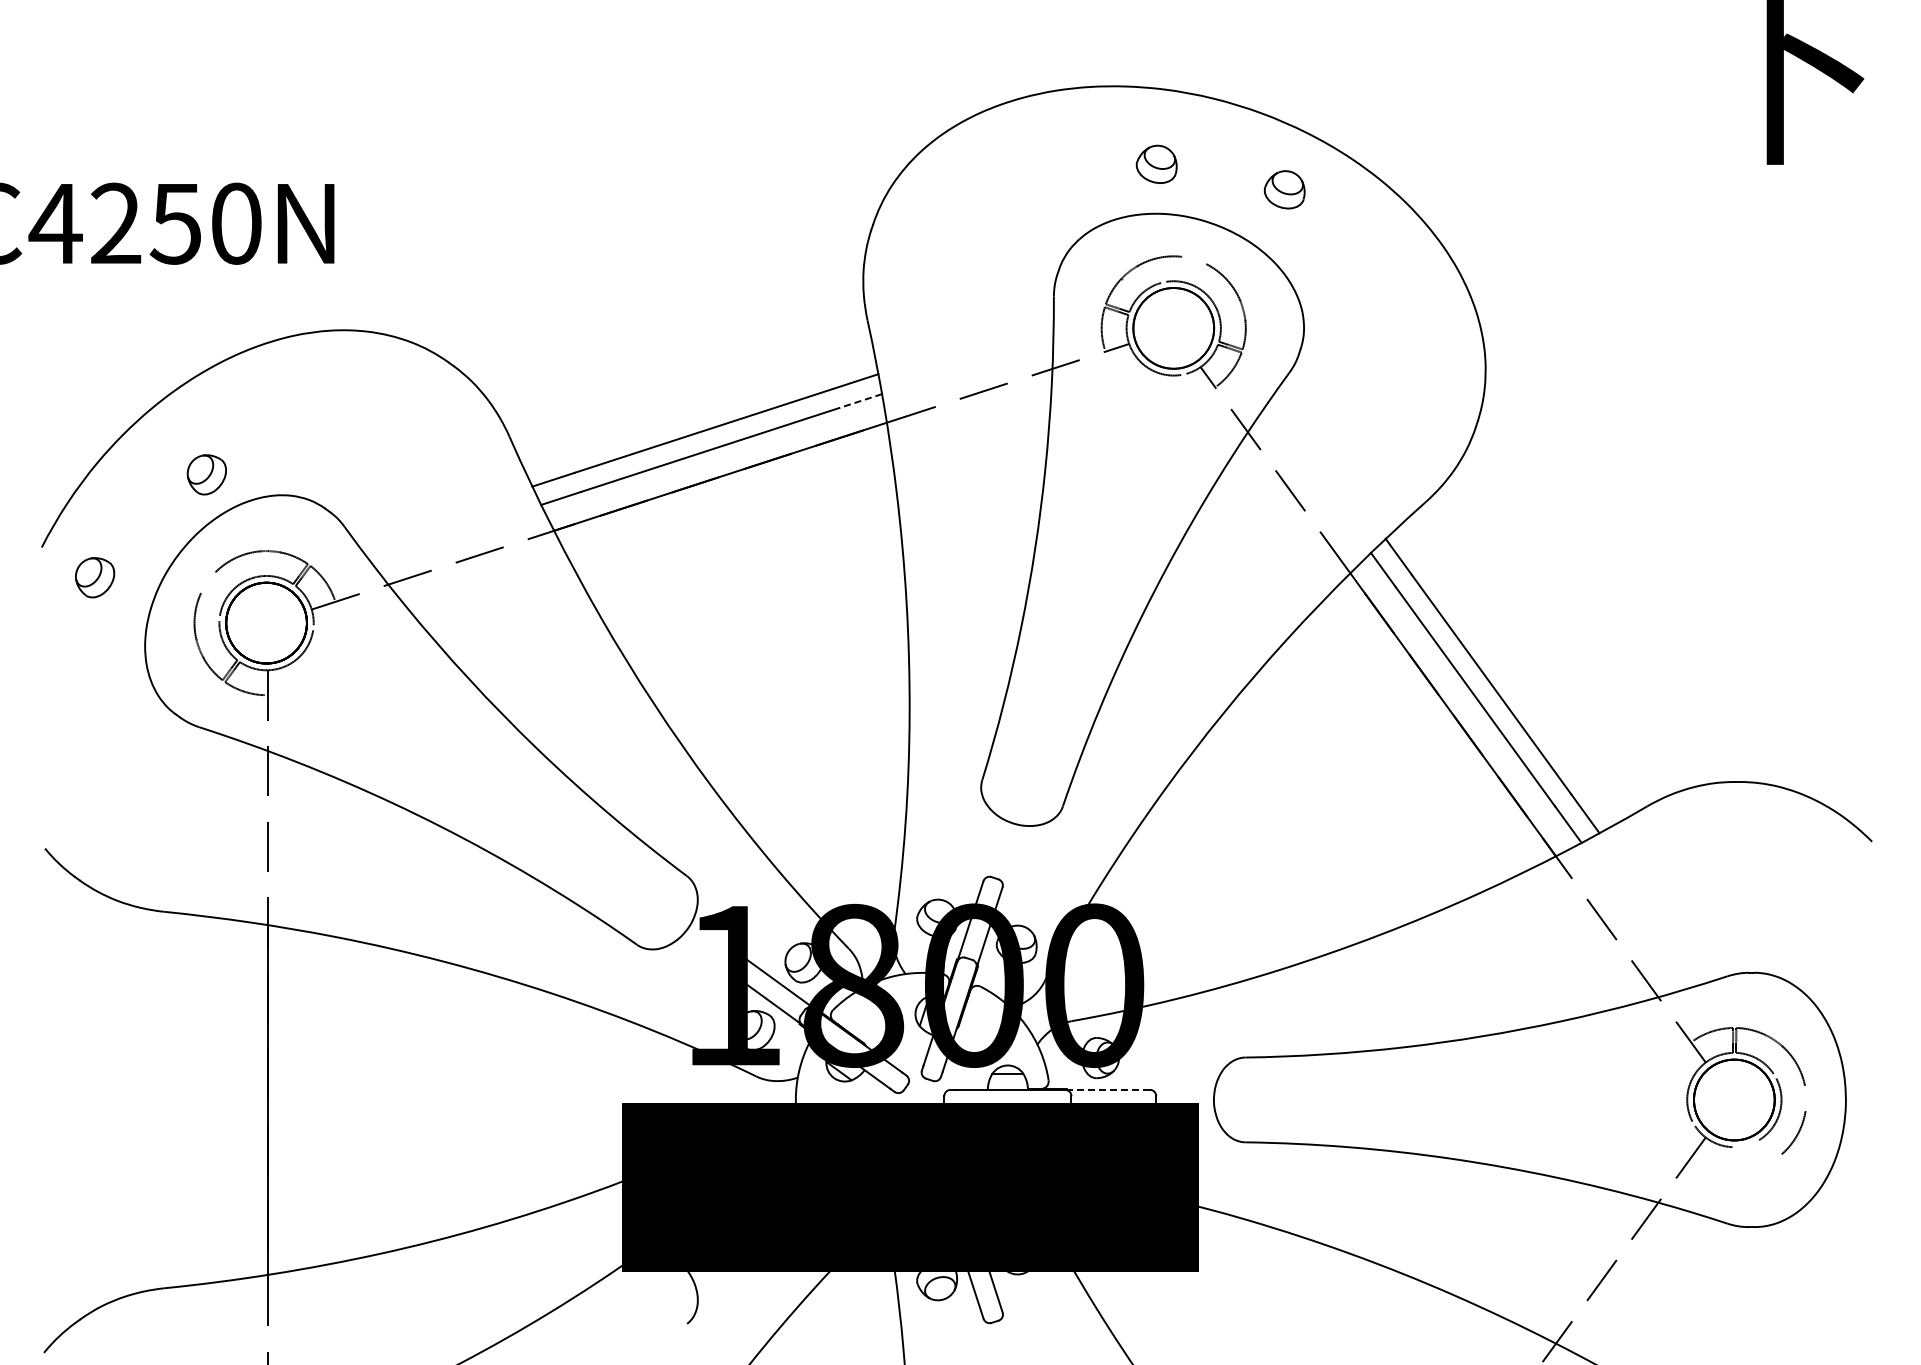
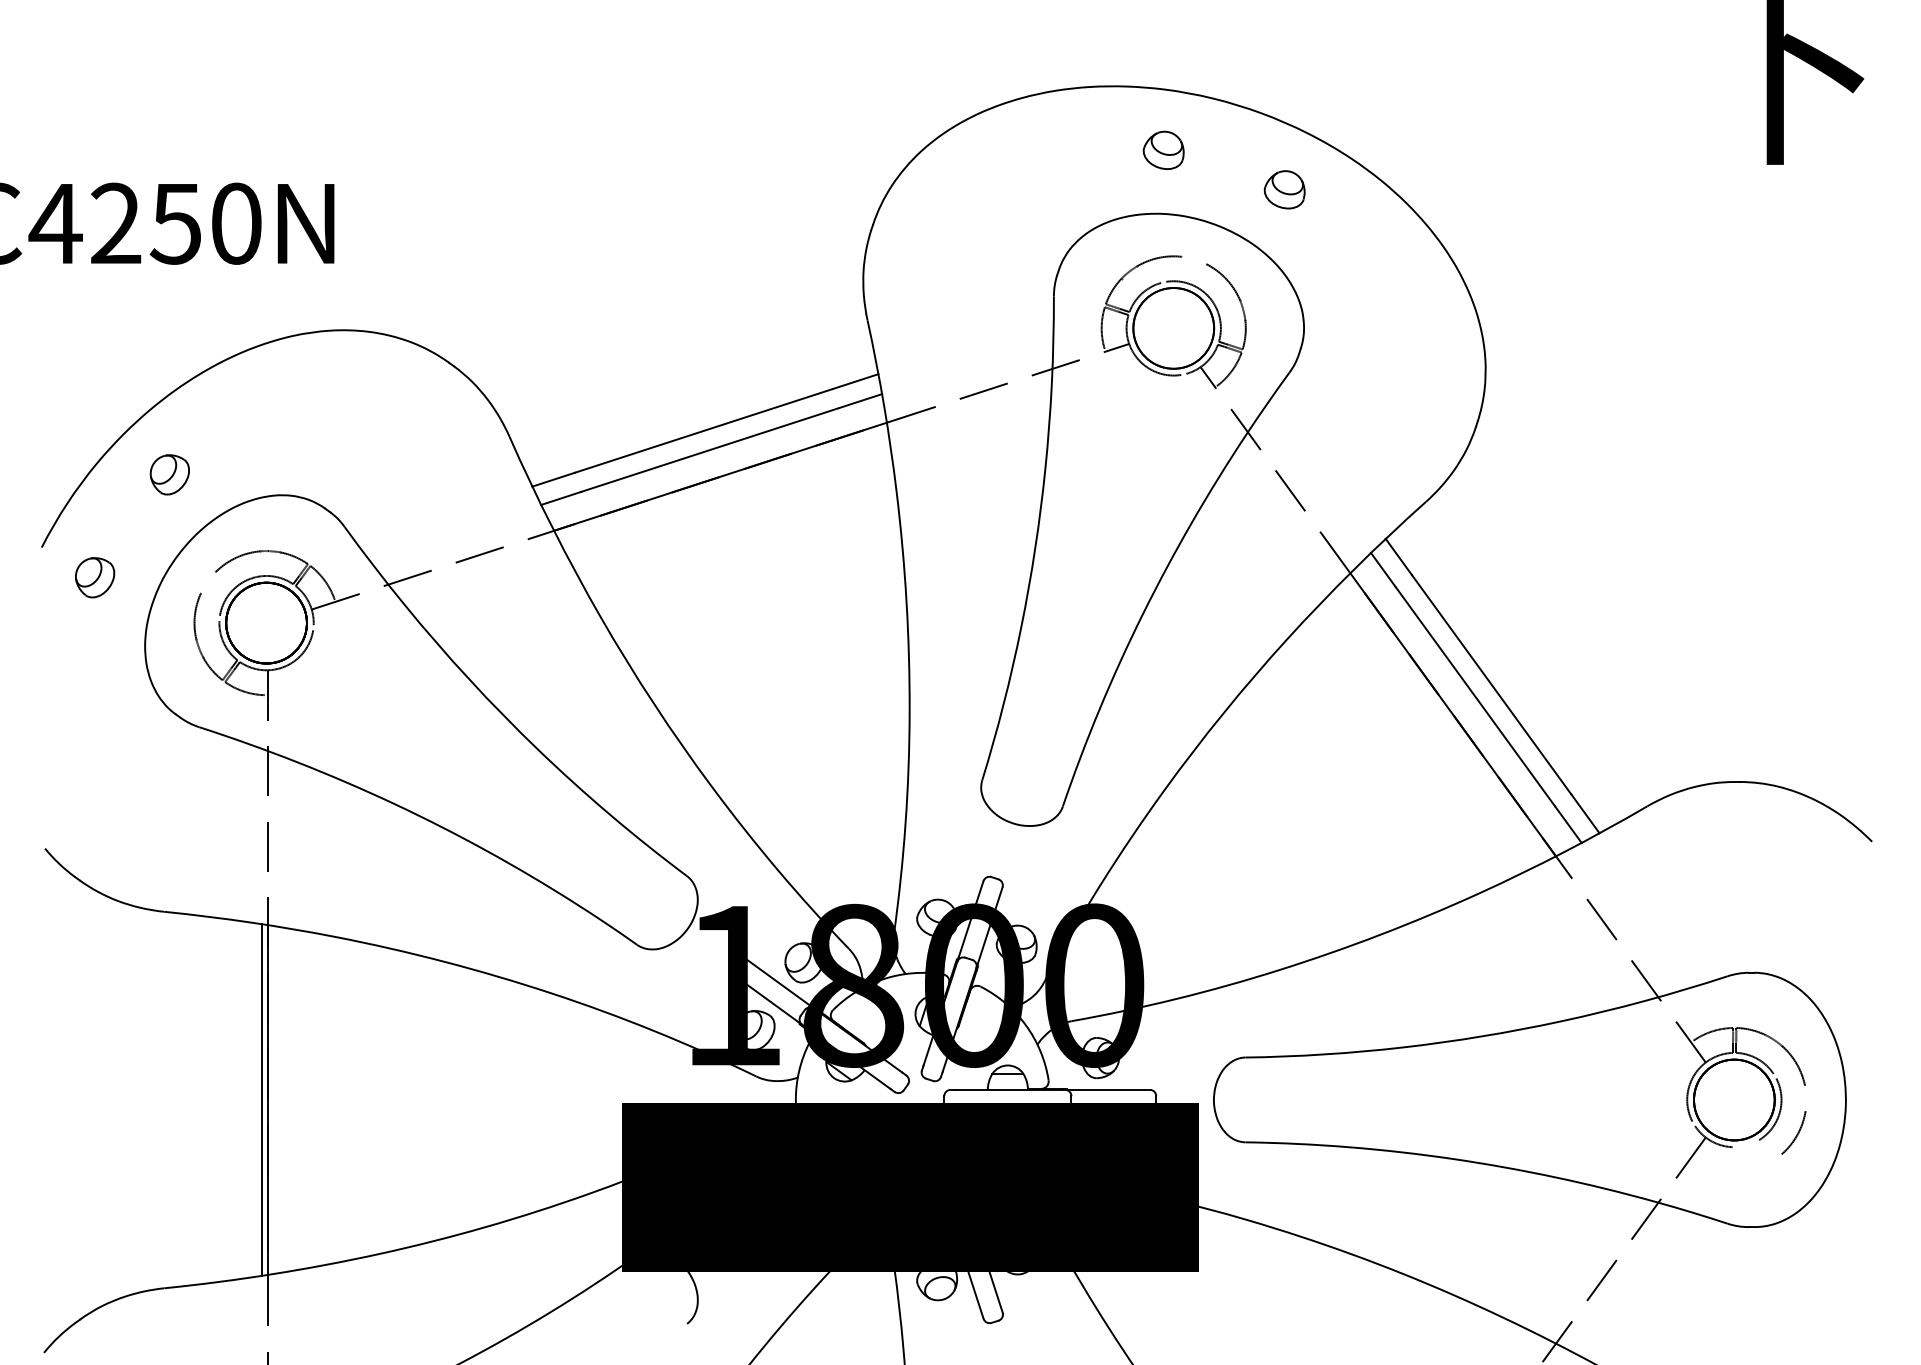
part at (1156, 163) position: (1156, 163) -> (1163, 149)
line at (860, 401): dashed -> solid
part at (206, 474) position: (206, 474) -> (169, 474)
line at (1109, 1089): dashed -> solid
line at (262, 1099): none -> present
